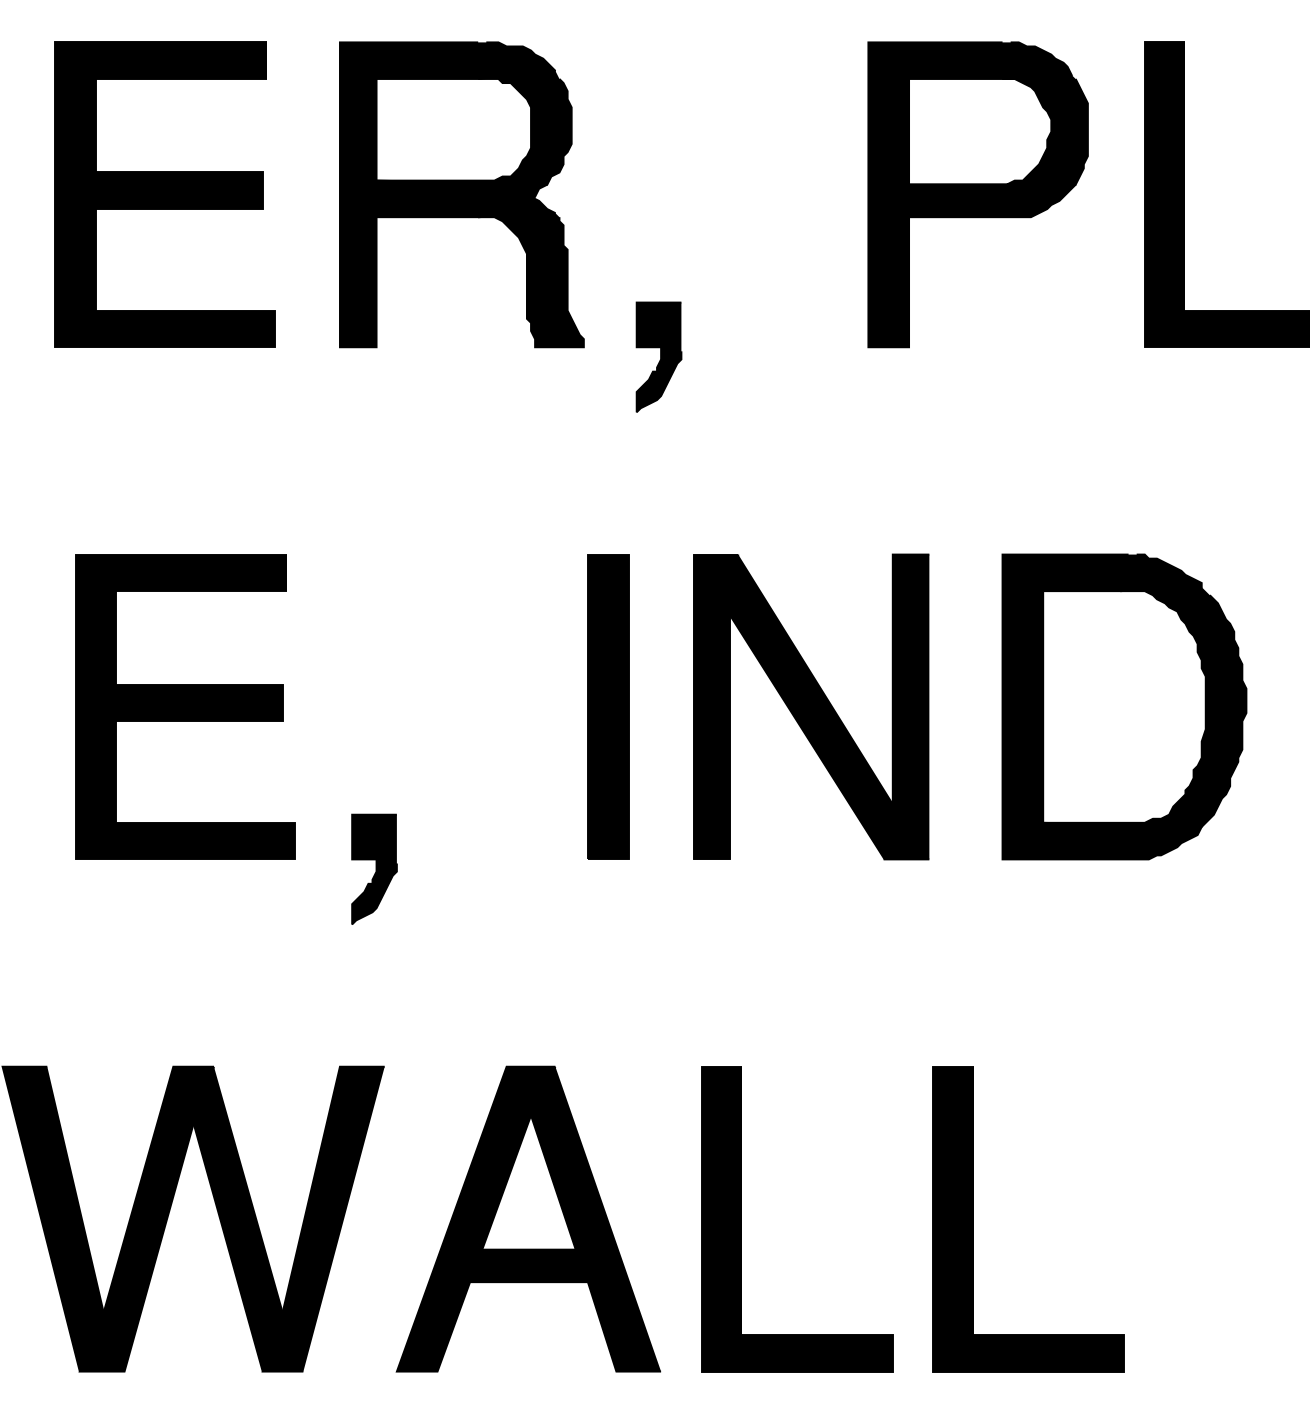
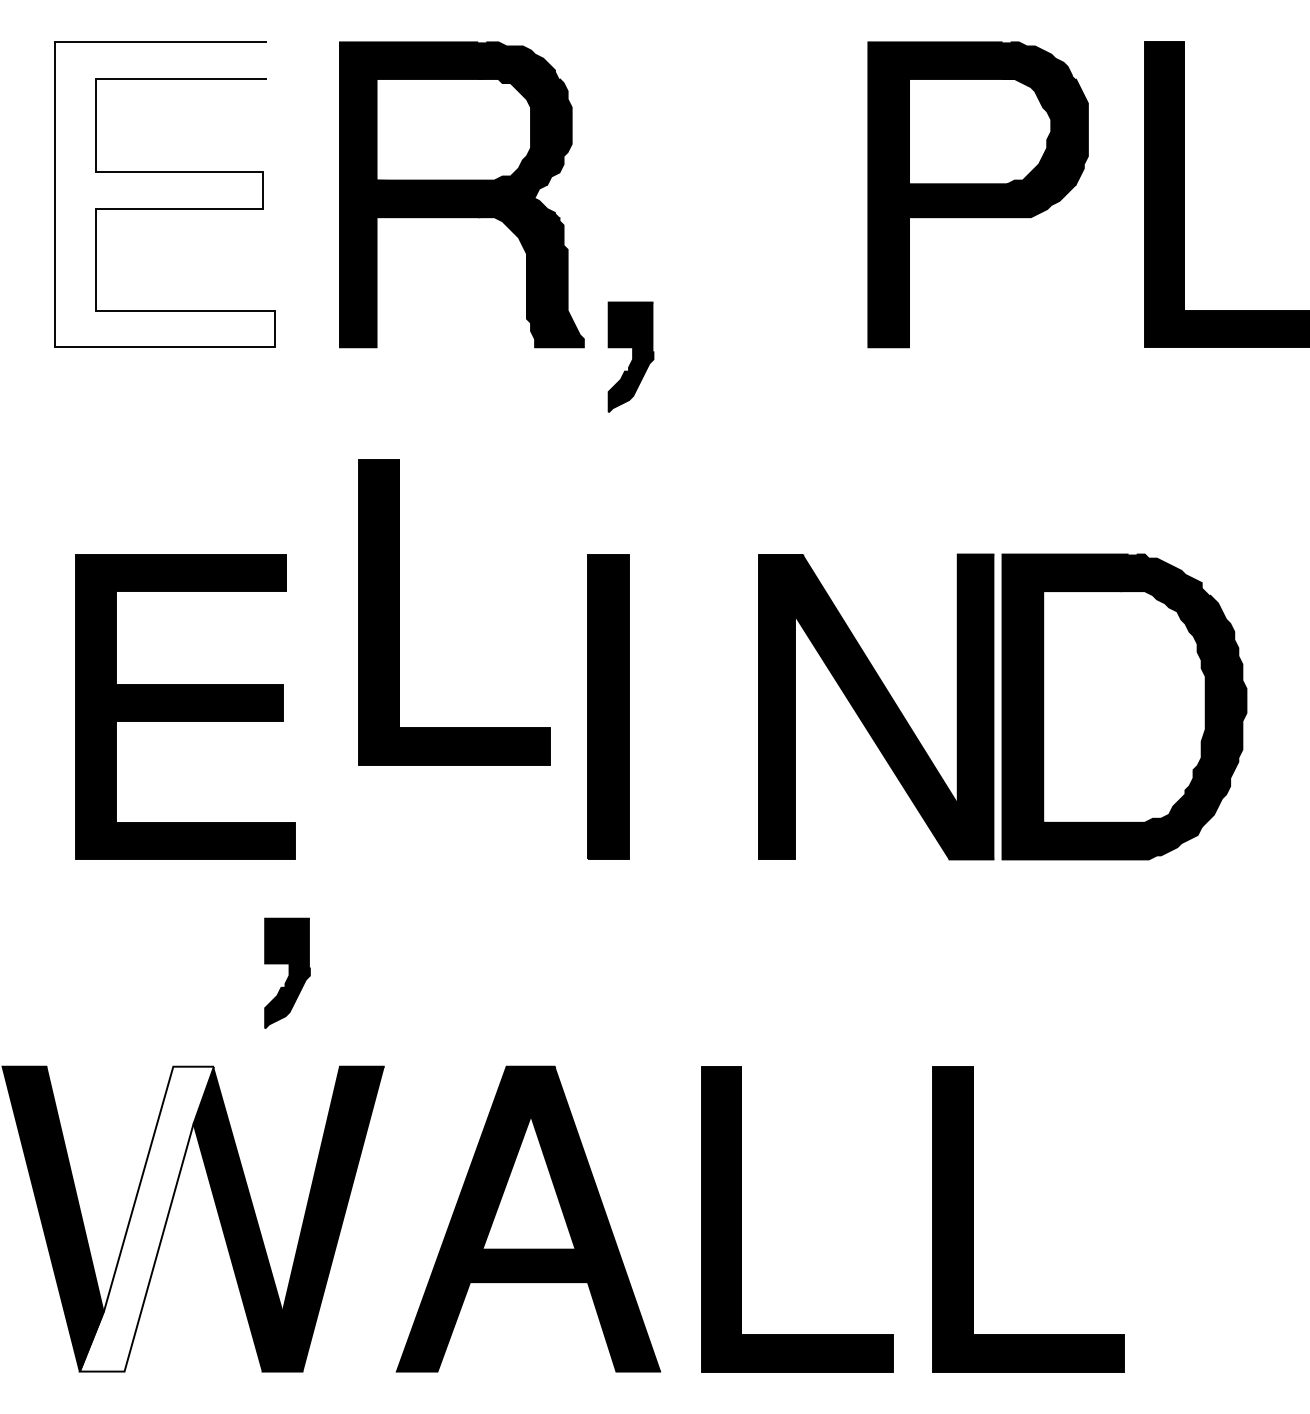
fill at (164, 194): present -> none
part at (658, 356) position: (658, 356) -> (630, 356)
part at (399, 612): none -> present
part at (811, 706) position: (811, 706) -> (876, 706)
part at (374, 868) position: (374, 868) -> (287, 972)
fill at (146, 1218): present -> none
